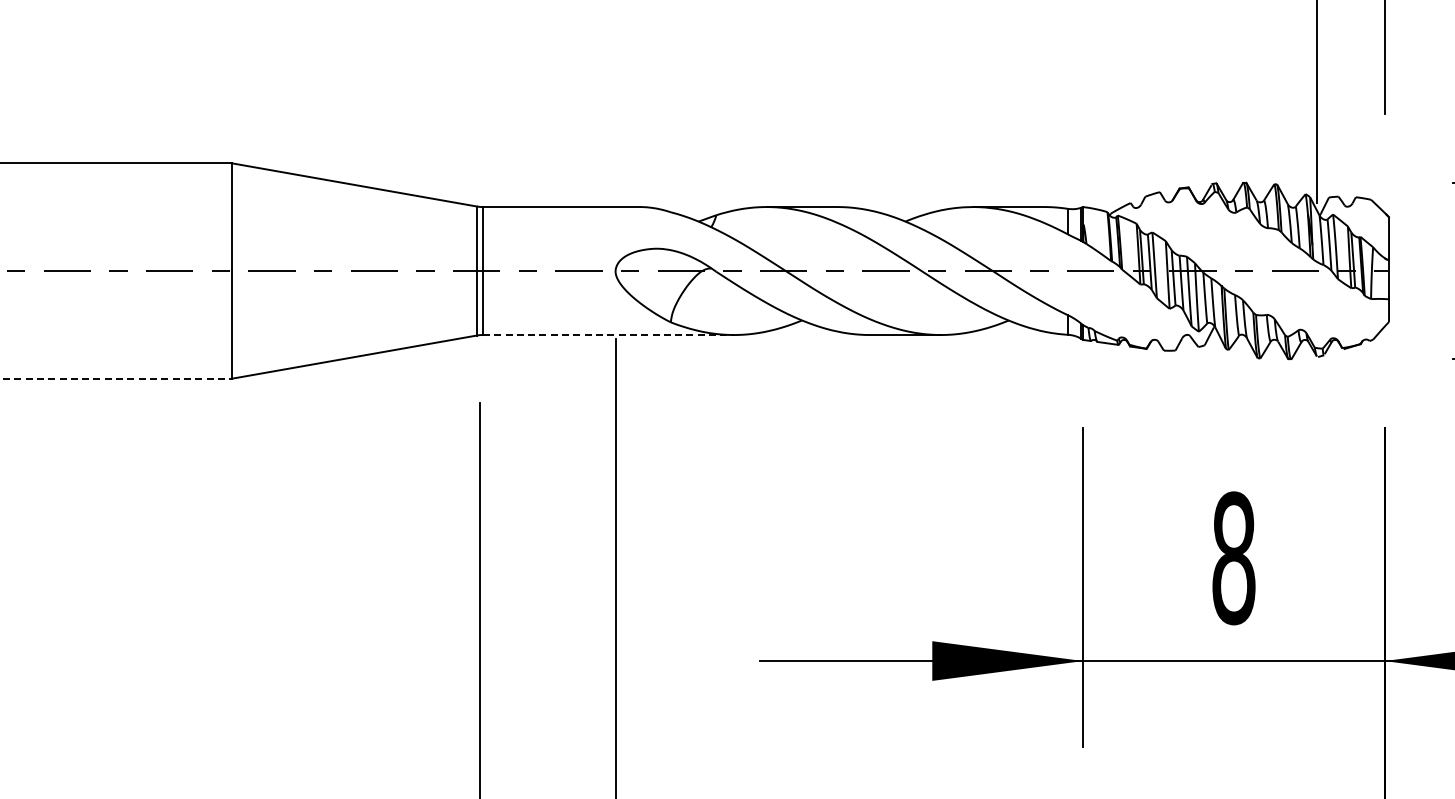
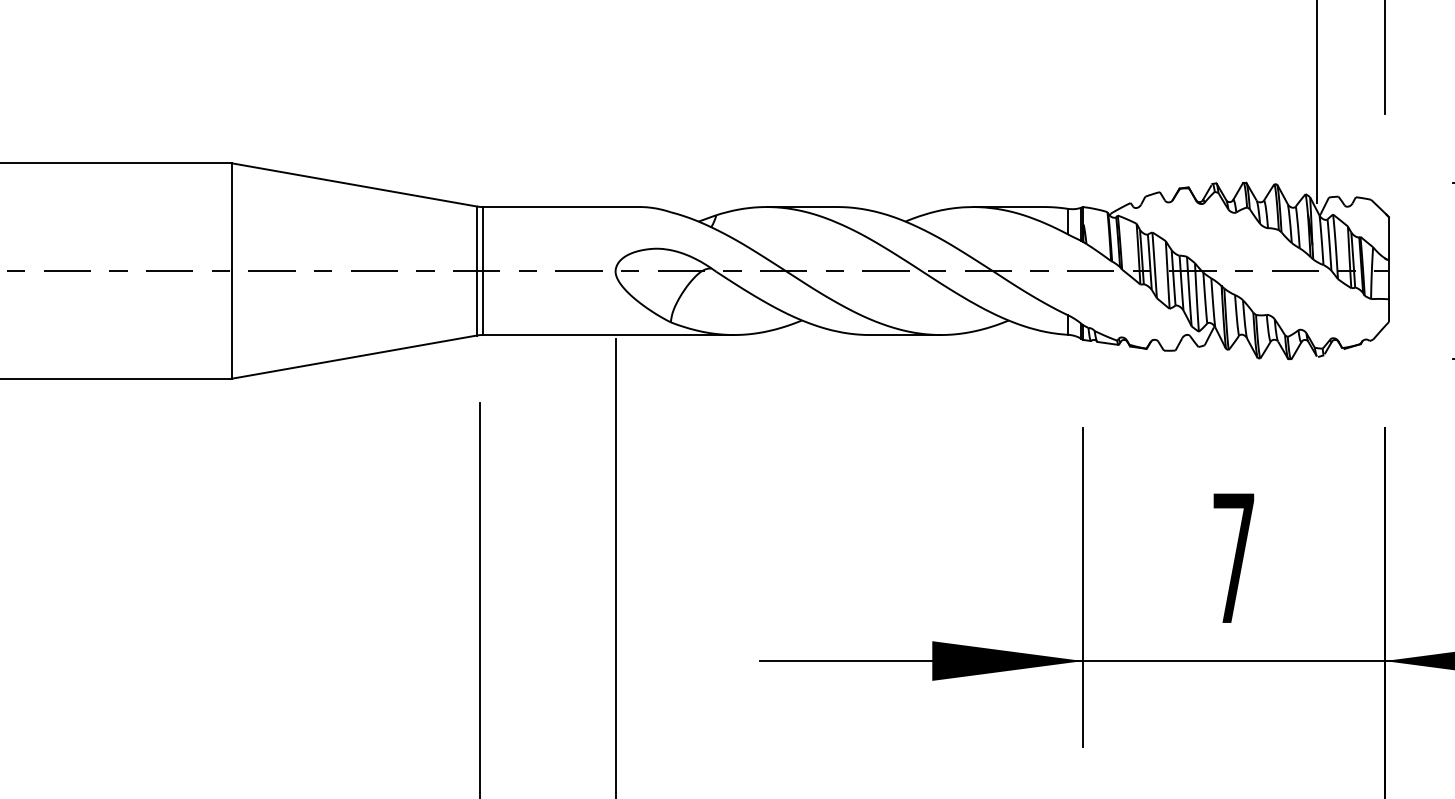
line at (608, 335): dashed -> solid
line at (116, 378): dashed -> solid
text at (1233, 558): 8 -> 7
